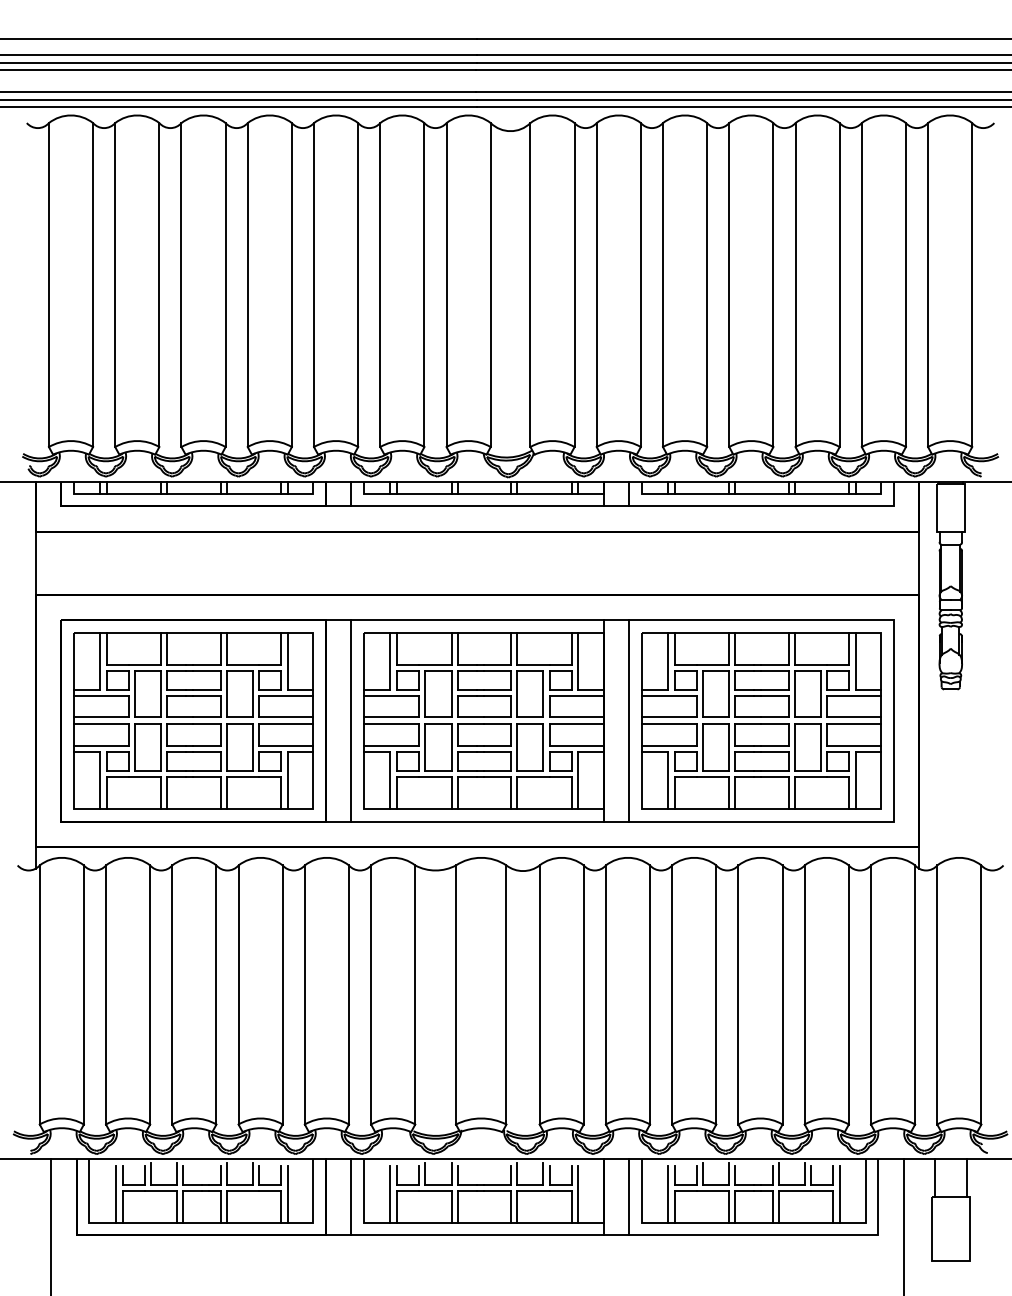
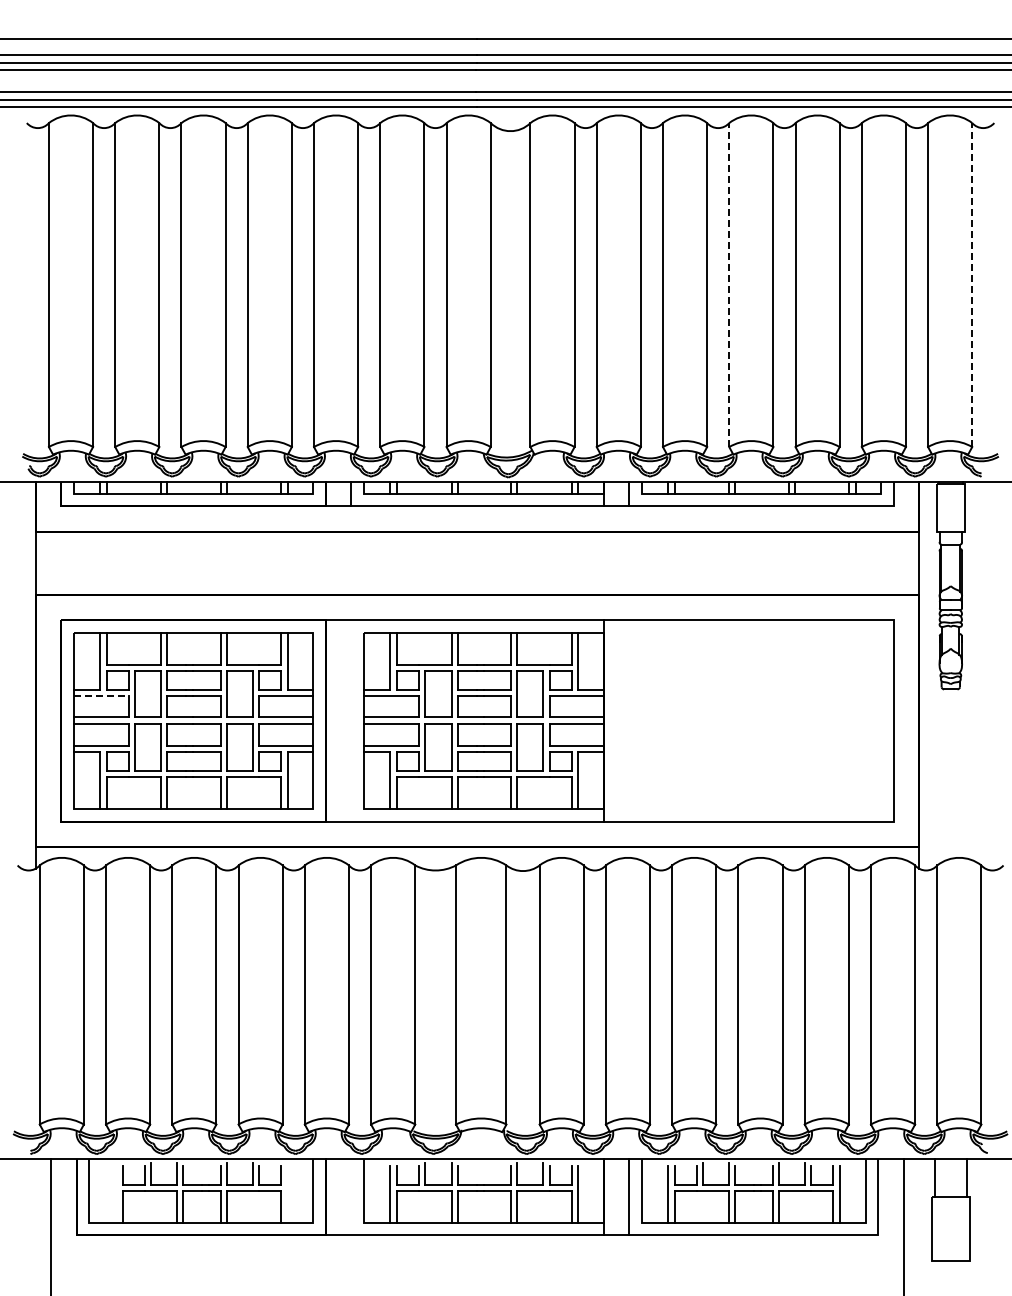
line at (729, 284): solid -> dashed
line at (972, 284): solid -> dashed
line at (101, 695): solid -> dashed
line at (351, 720): present -> none
line at (628, 720): present -> none
part at (761, 720): present -> none
line at (115, 1193): present -> none
line at (287, 1193): present -> none
line at (351, 1197): present -> none
